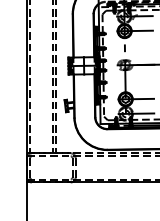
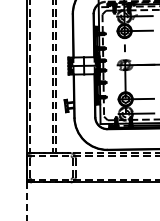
line at (26, 201): solid -> dashed
